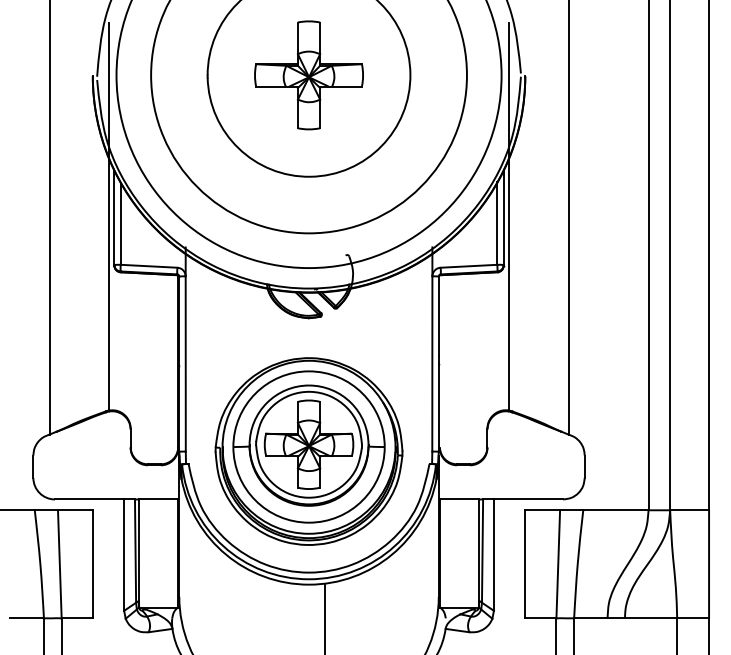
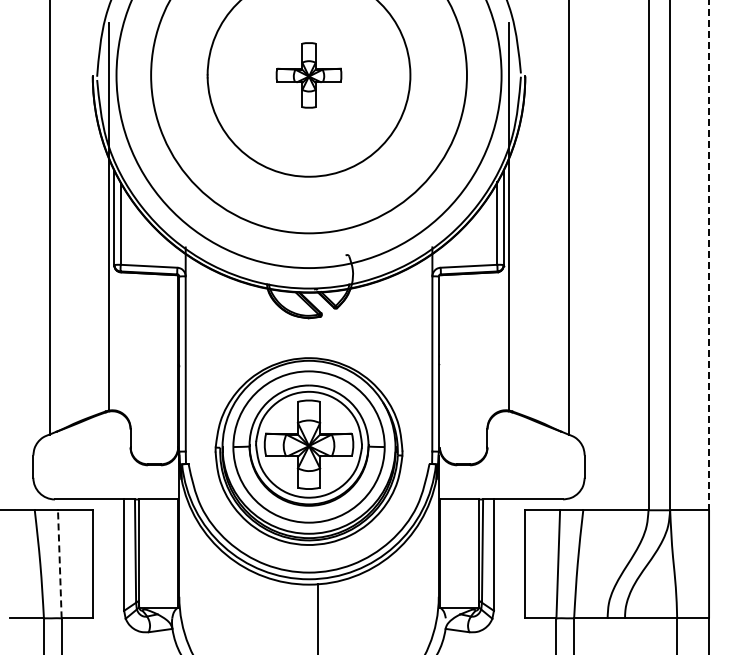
part at (308, 75) size: 110x111 px -> 68x67 px
line at (709, 255): solid -> dashed
line at (59, 563): solid -> dashed
line at (325, 617) position: (325, 617) -> (318, 617)
